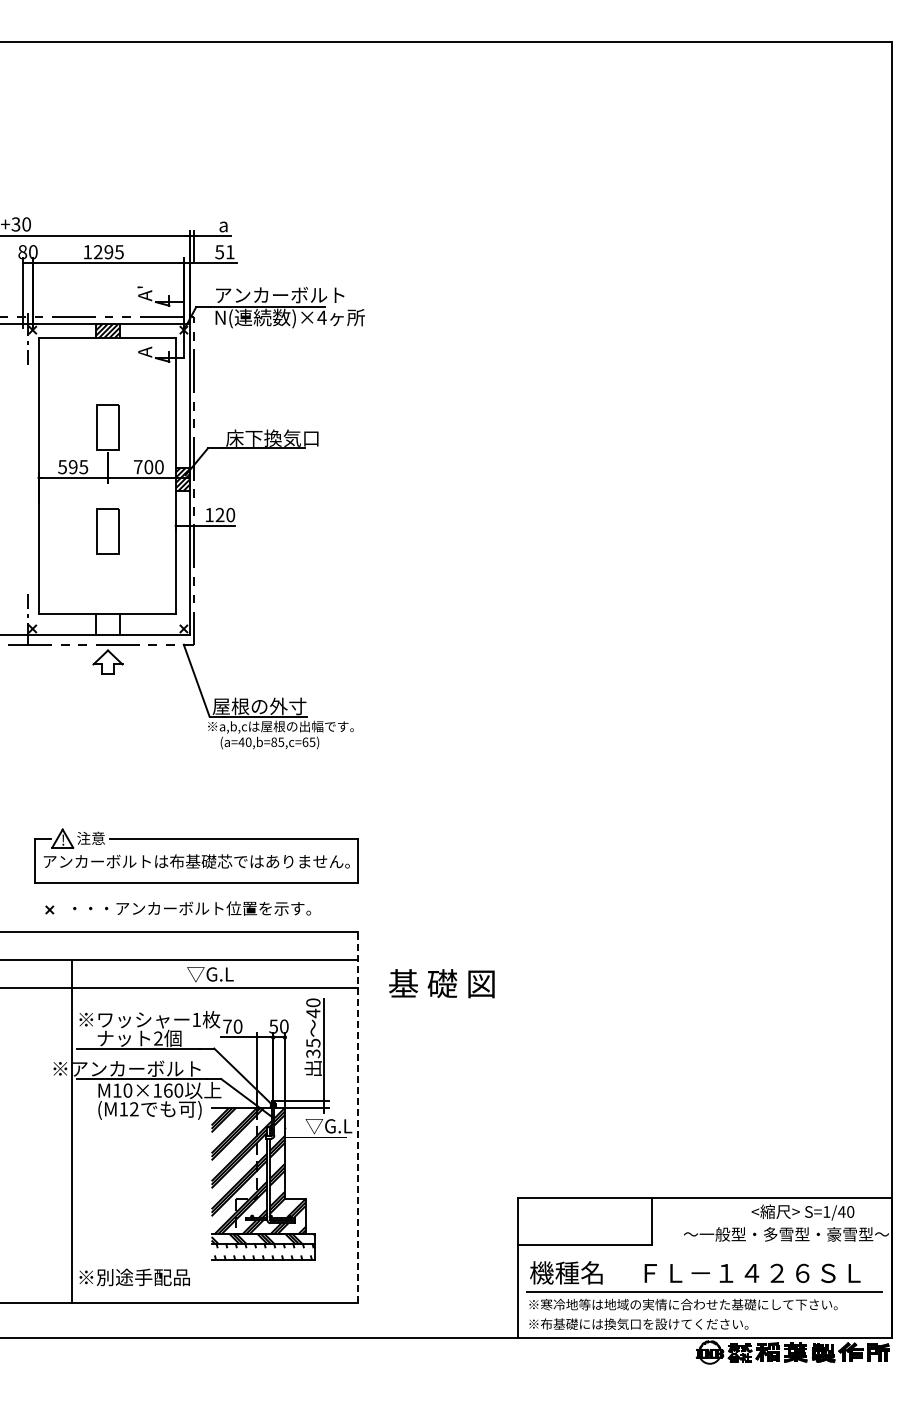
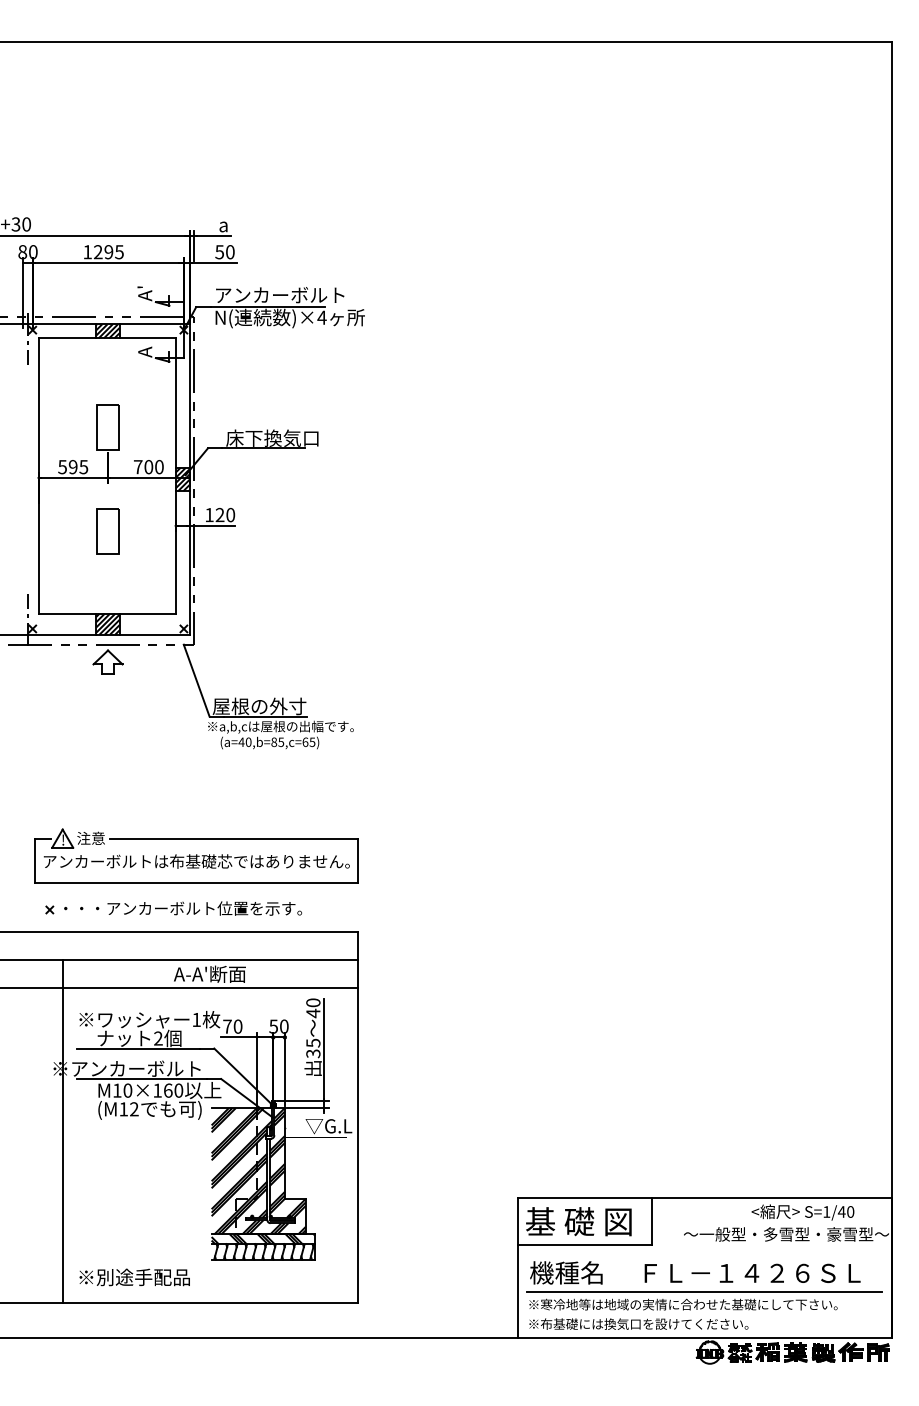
text at (230, 252): 51 -> 50
hatch at (107, 623): none -> present
text at (191, 908) position: (191, 908) -> (182, 908)
text at (209, 973): ▽G.L -> A-A'断面
text at (441, 983) position: (441, 983) -> (578, 1221)
line at (357, 1117): dashed -> solid
line at (71, 1131) position: (71, 1131) -> (62, 1131)
hatch at (264, 1251): none -> present
